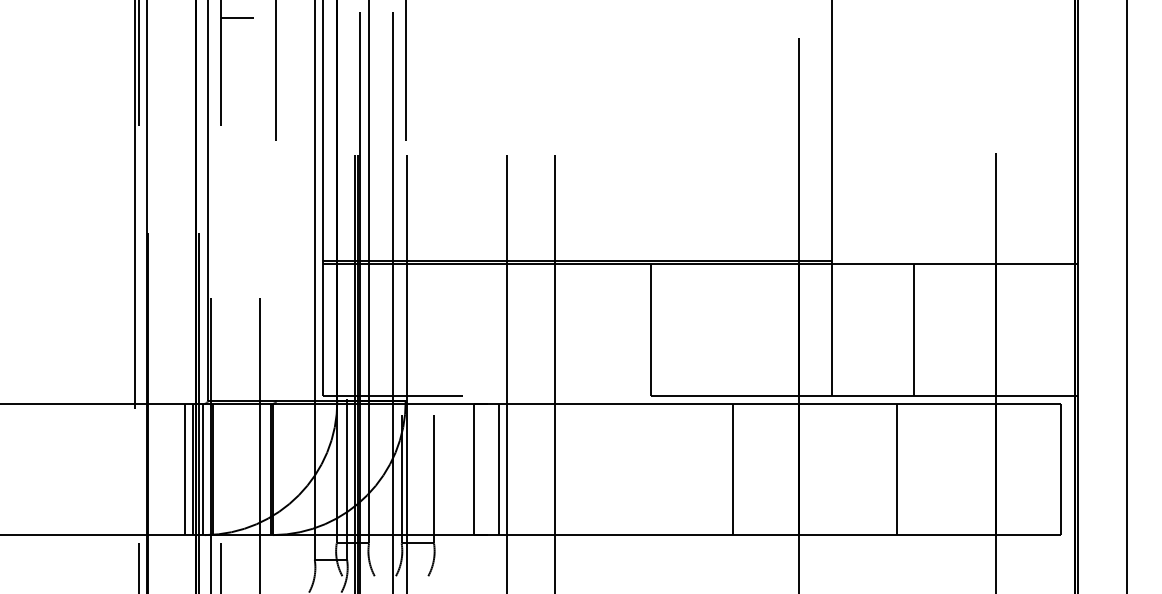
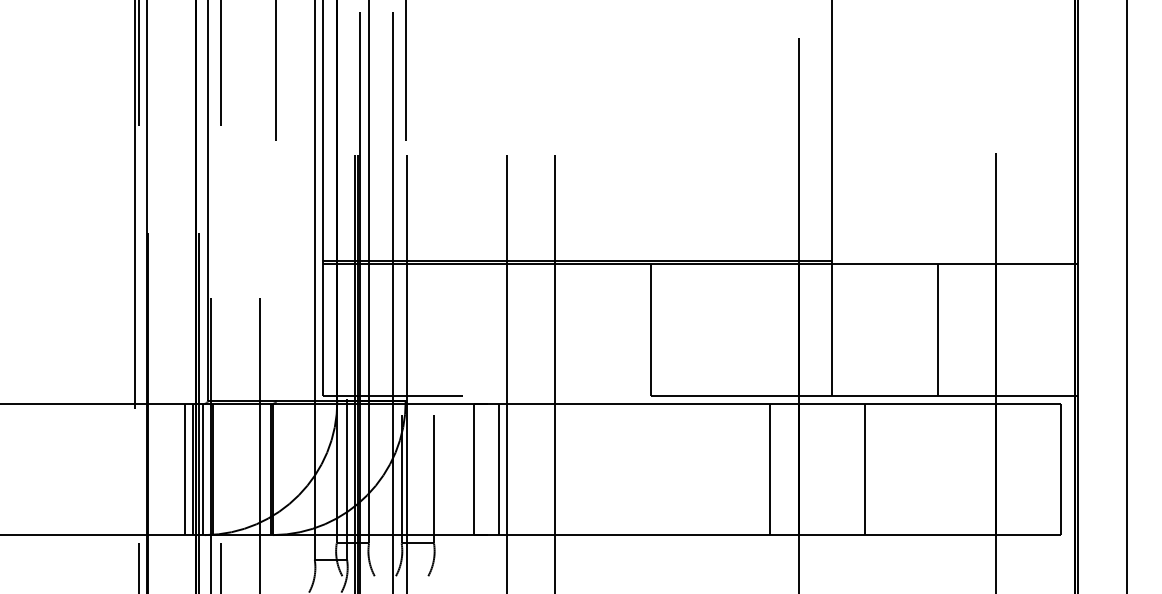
line at (237, 18): present -> none
line at (913, 329) position: (913, 329) -> (937, 329)
line at (733, 469) position: (733, 469) -> (770, 469)
line at (897, 469) position: (897, 469) -> (865, 469)
